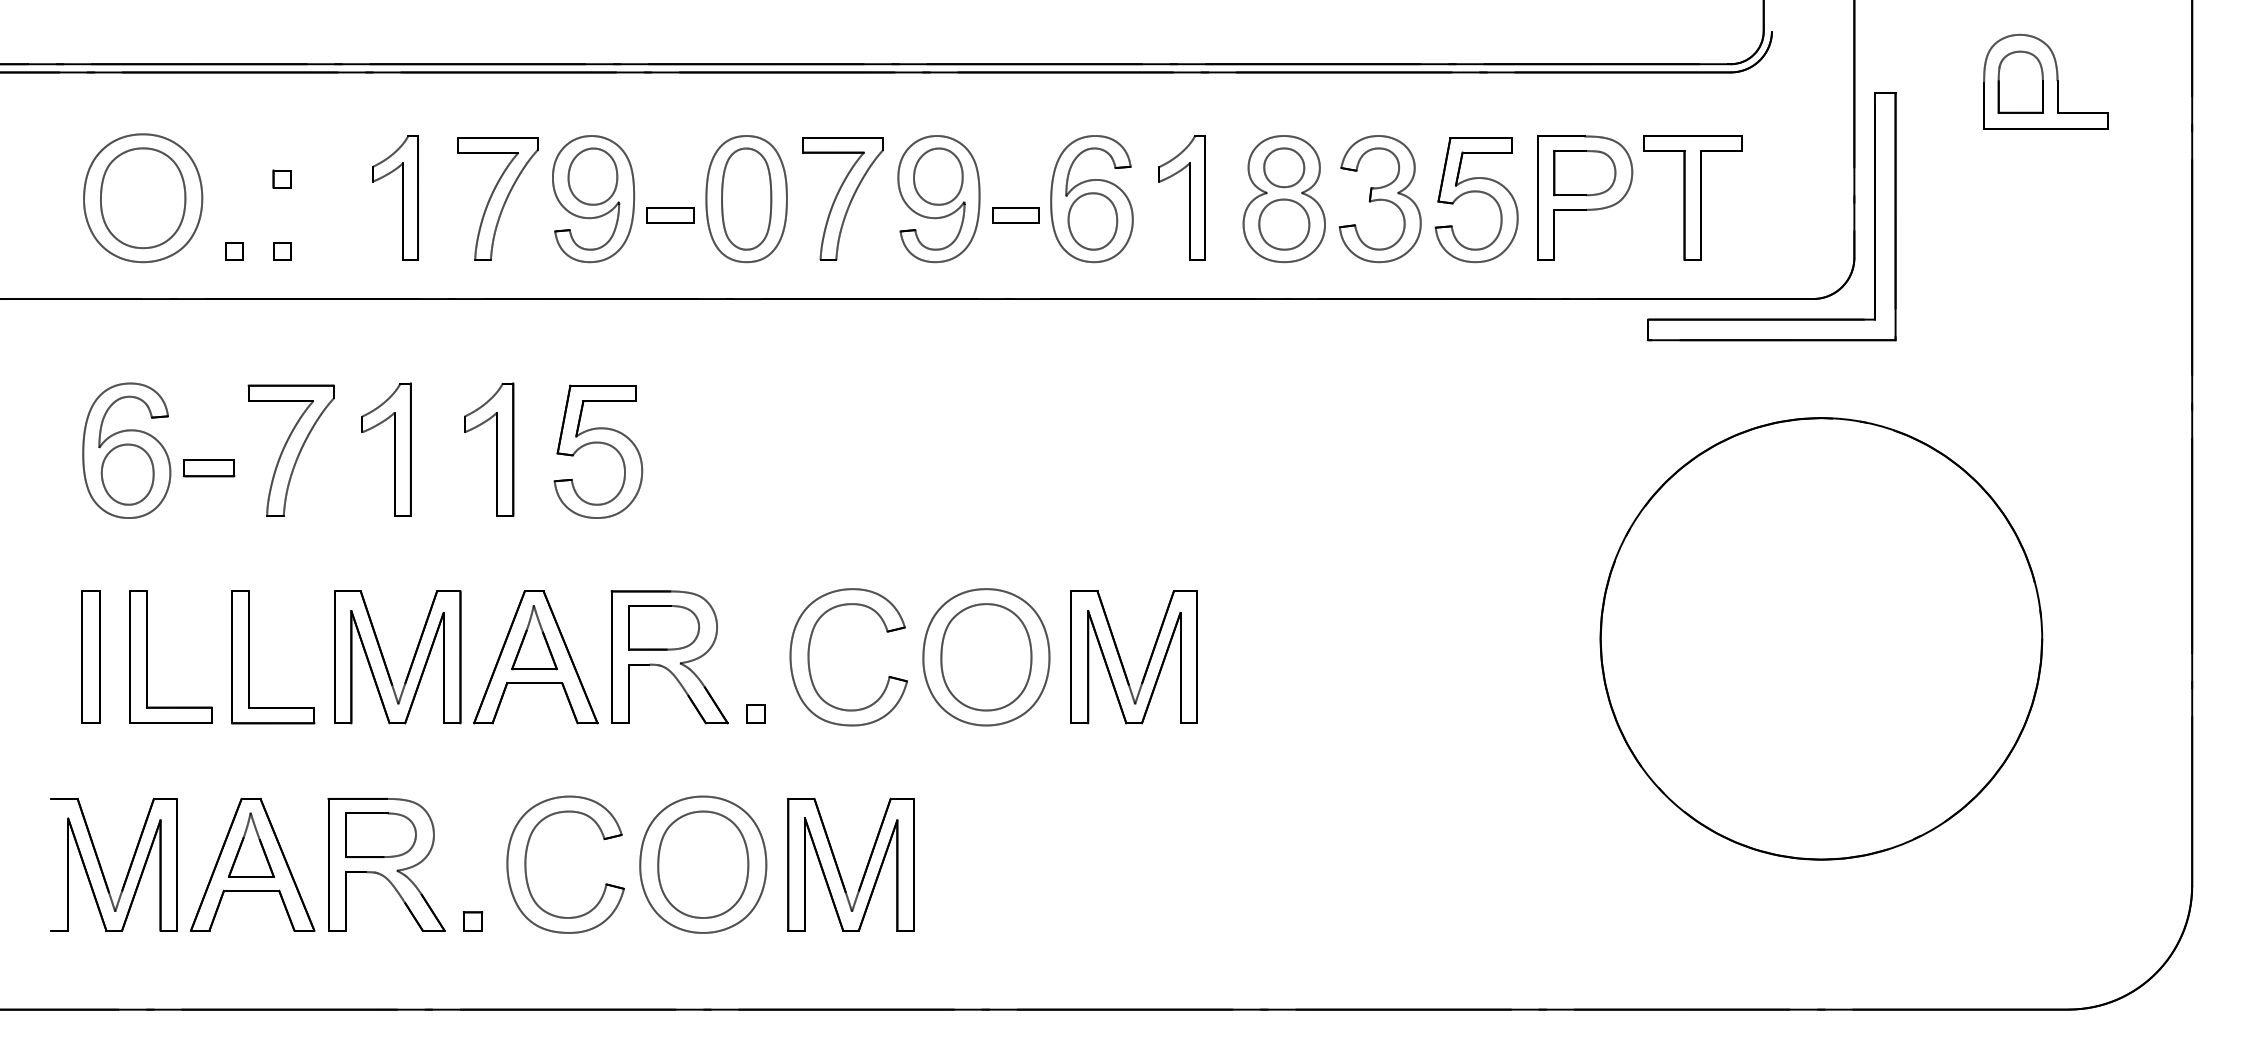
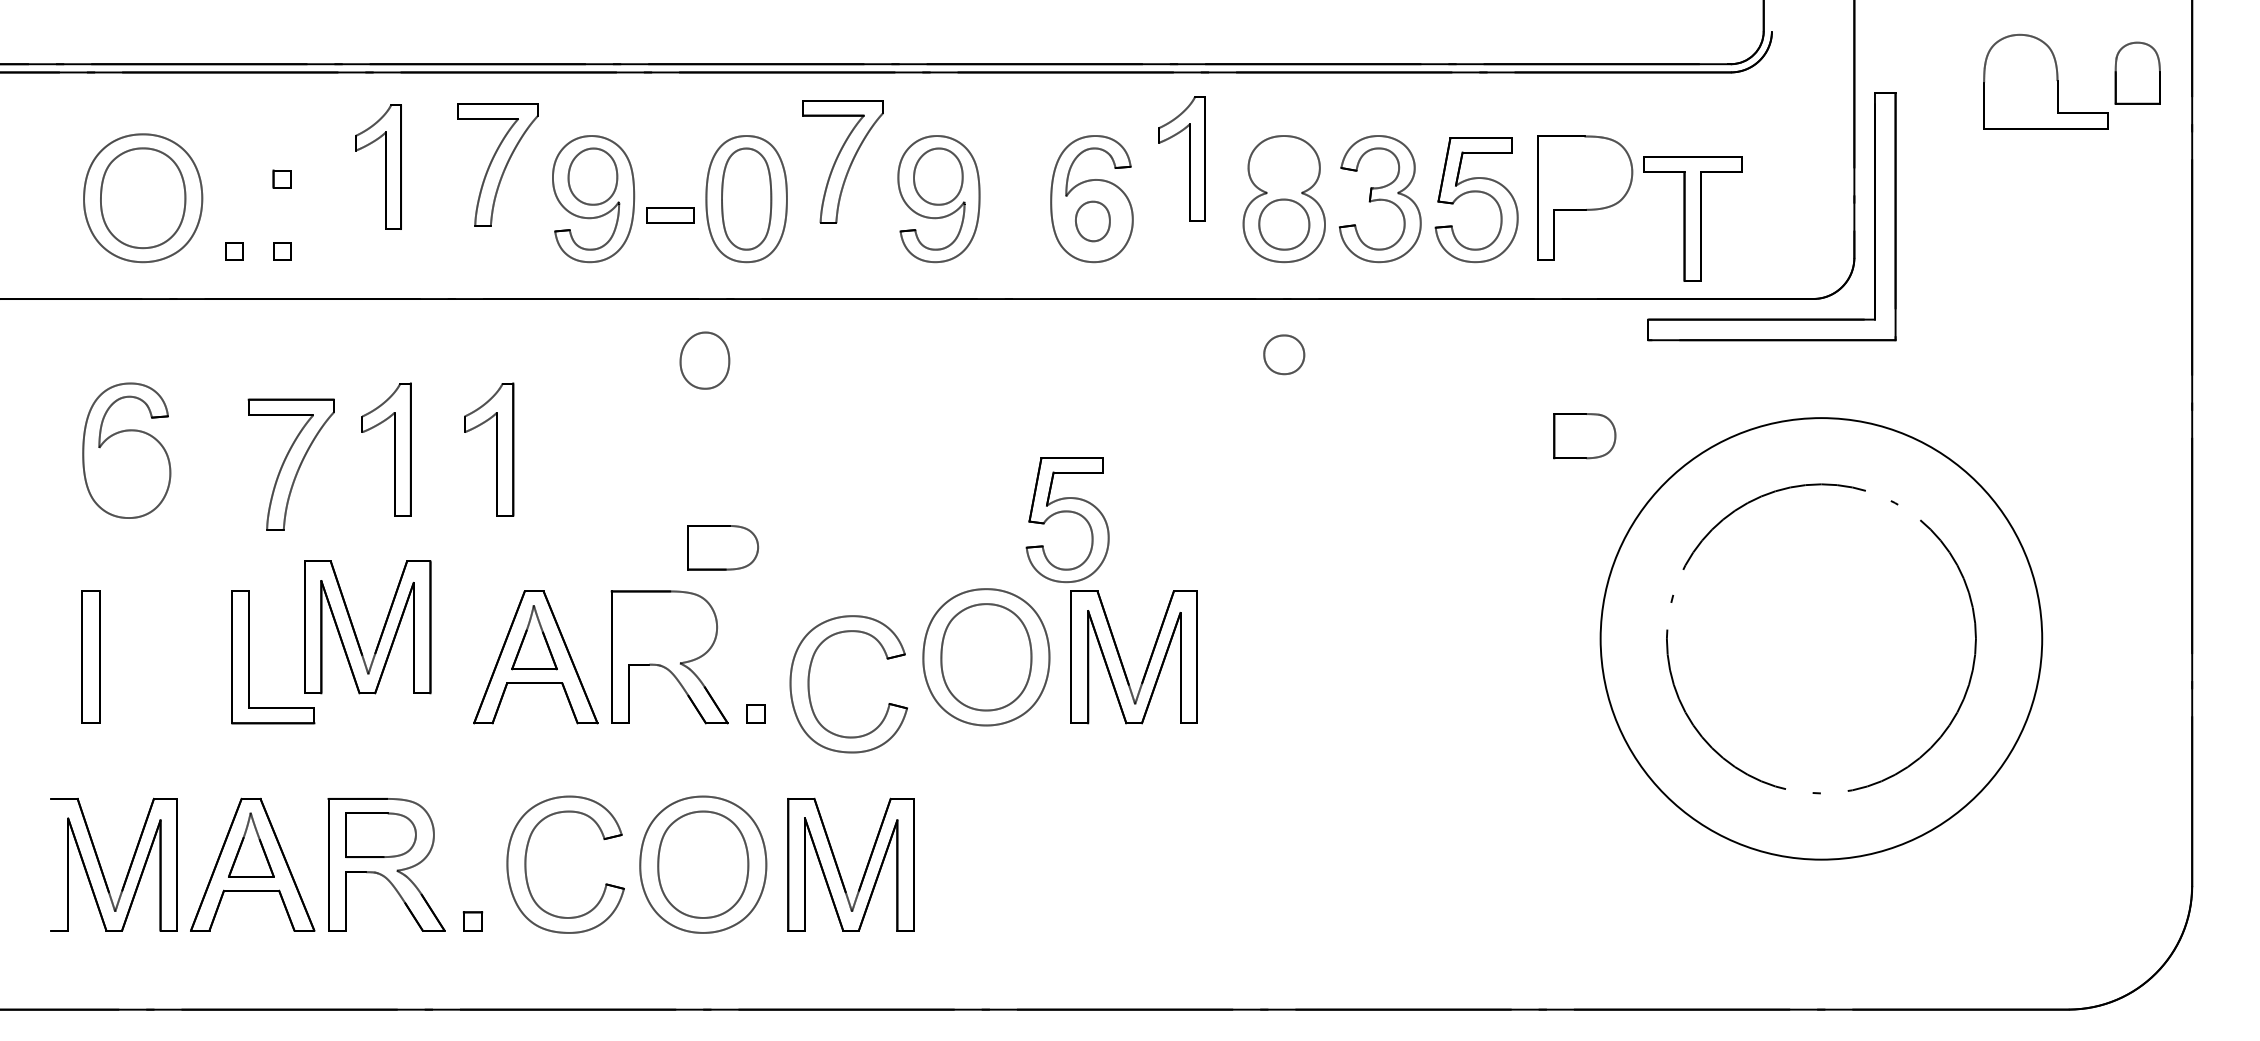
part at (2020, 81) position: (2020, 81) -> (2137, 72)
part at (1284, 167) position: (1284, 167) -> (1284, 354)
part at (1584, 173) position: (1584, 173) -> (1584, 436)
part at (402, 197) position: (402, 197) -> (385, 166)
part at (1189, 197) position: (1189, 197) -> (1189, 158)
part at (1692, 197) position: (1692, 197) -> (1692, 218)
part at (497, 198) position: (497, 198) -> (497, 164)
part at (842, 198) position: (842, 198) -> (842, 161)
part at (1015, 215): present -> none
part at (1092, 221) size: 52x59 px -> 36x43 px
part at (704, 360): none -> present
part at (598, 443): present -> none
part at (290, 450) position: (290, 450) -> (290, 464)
part at (209, 468): present -> none
part at (127, 474): present -> none
part at (1067, 512): none -> present
part at (663, 627) position: (663, 627) -> (722, 547)
circle at (1821, 638) diameter: 442 px -> 309 px
part at (147, 656): present -> none
part at (809, 657) position: (809, 657) -> (809, 684)
part at (385, 661) position: (385, 661) -> (355, 631)
